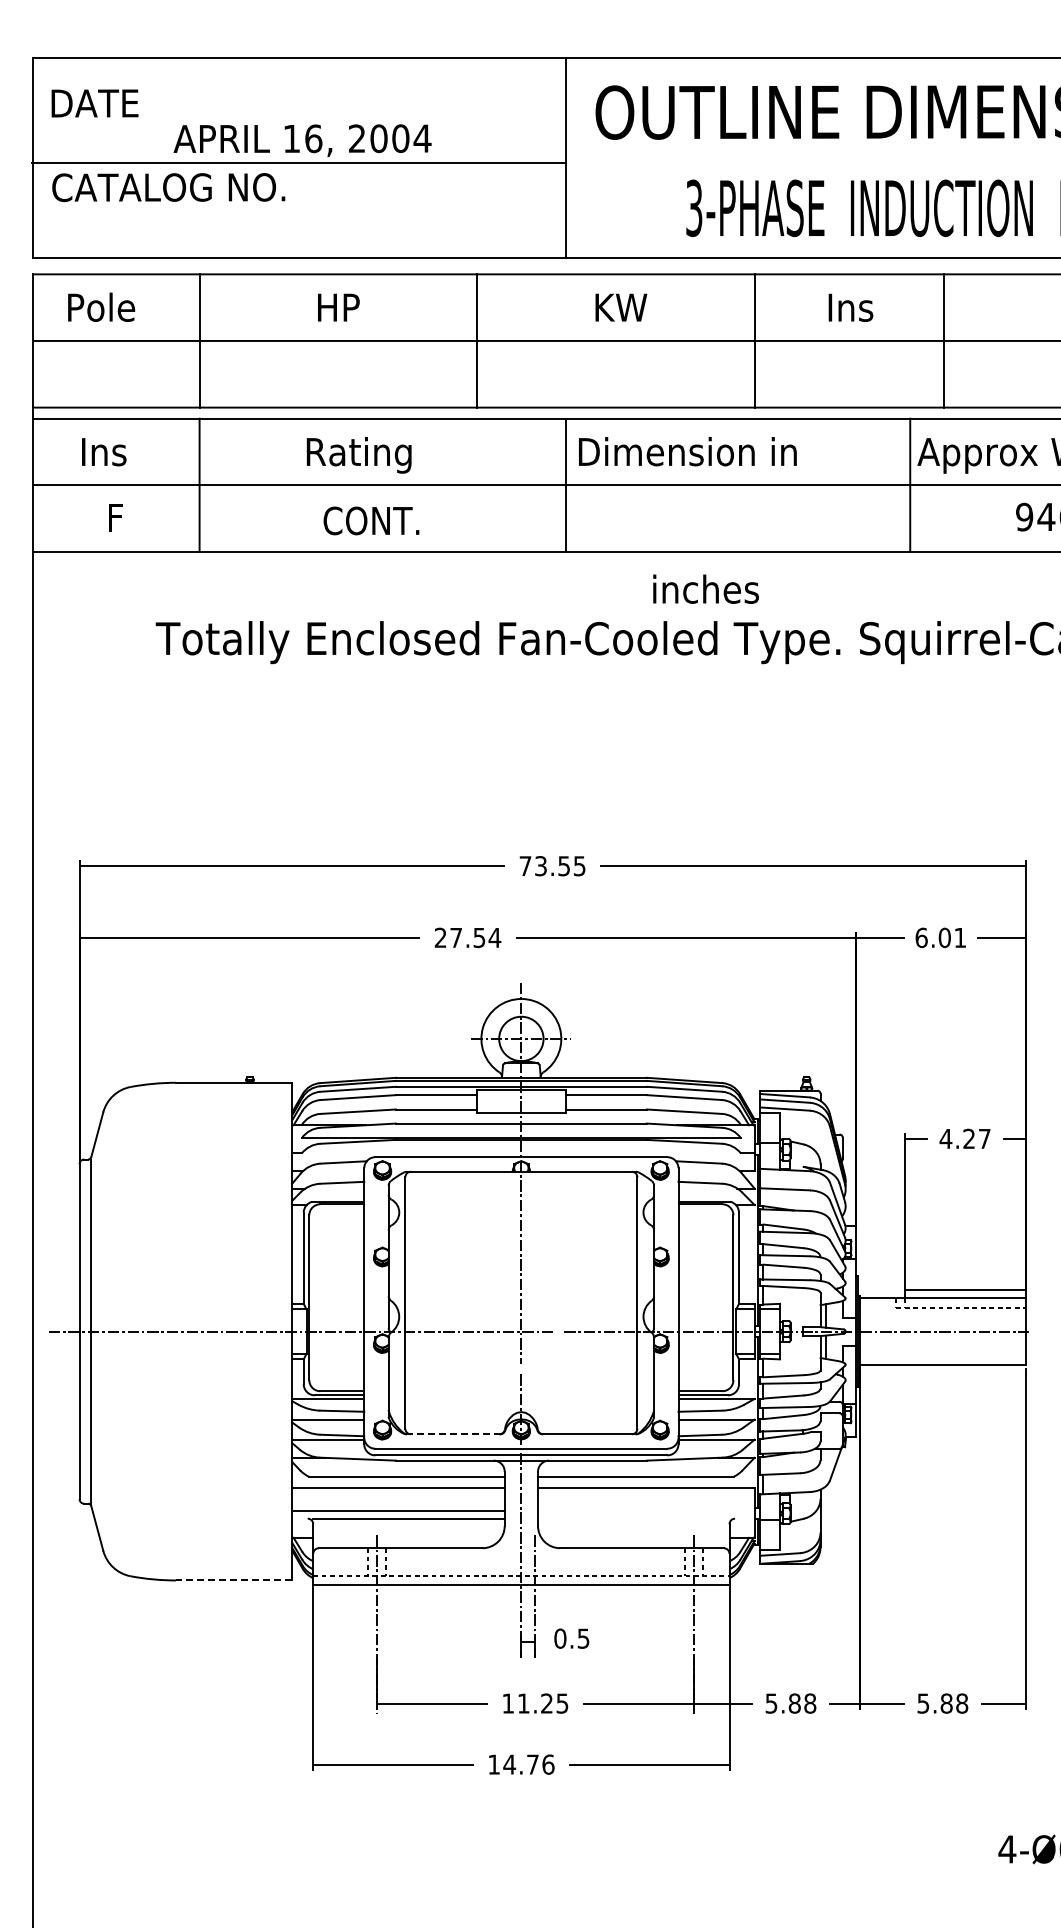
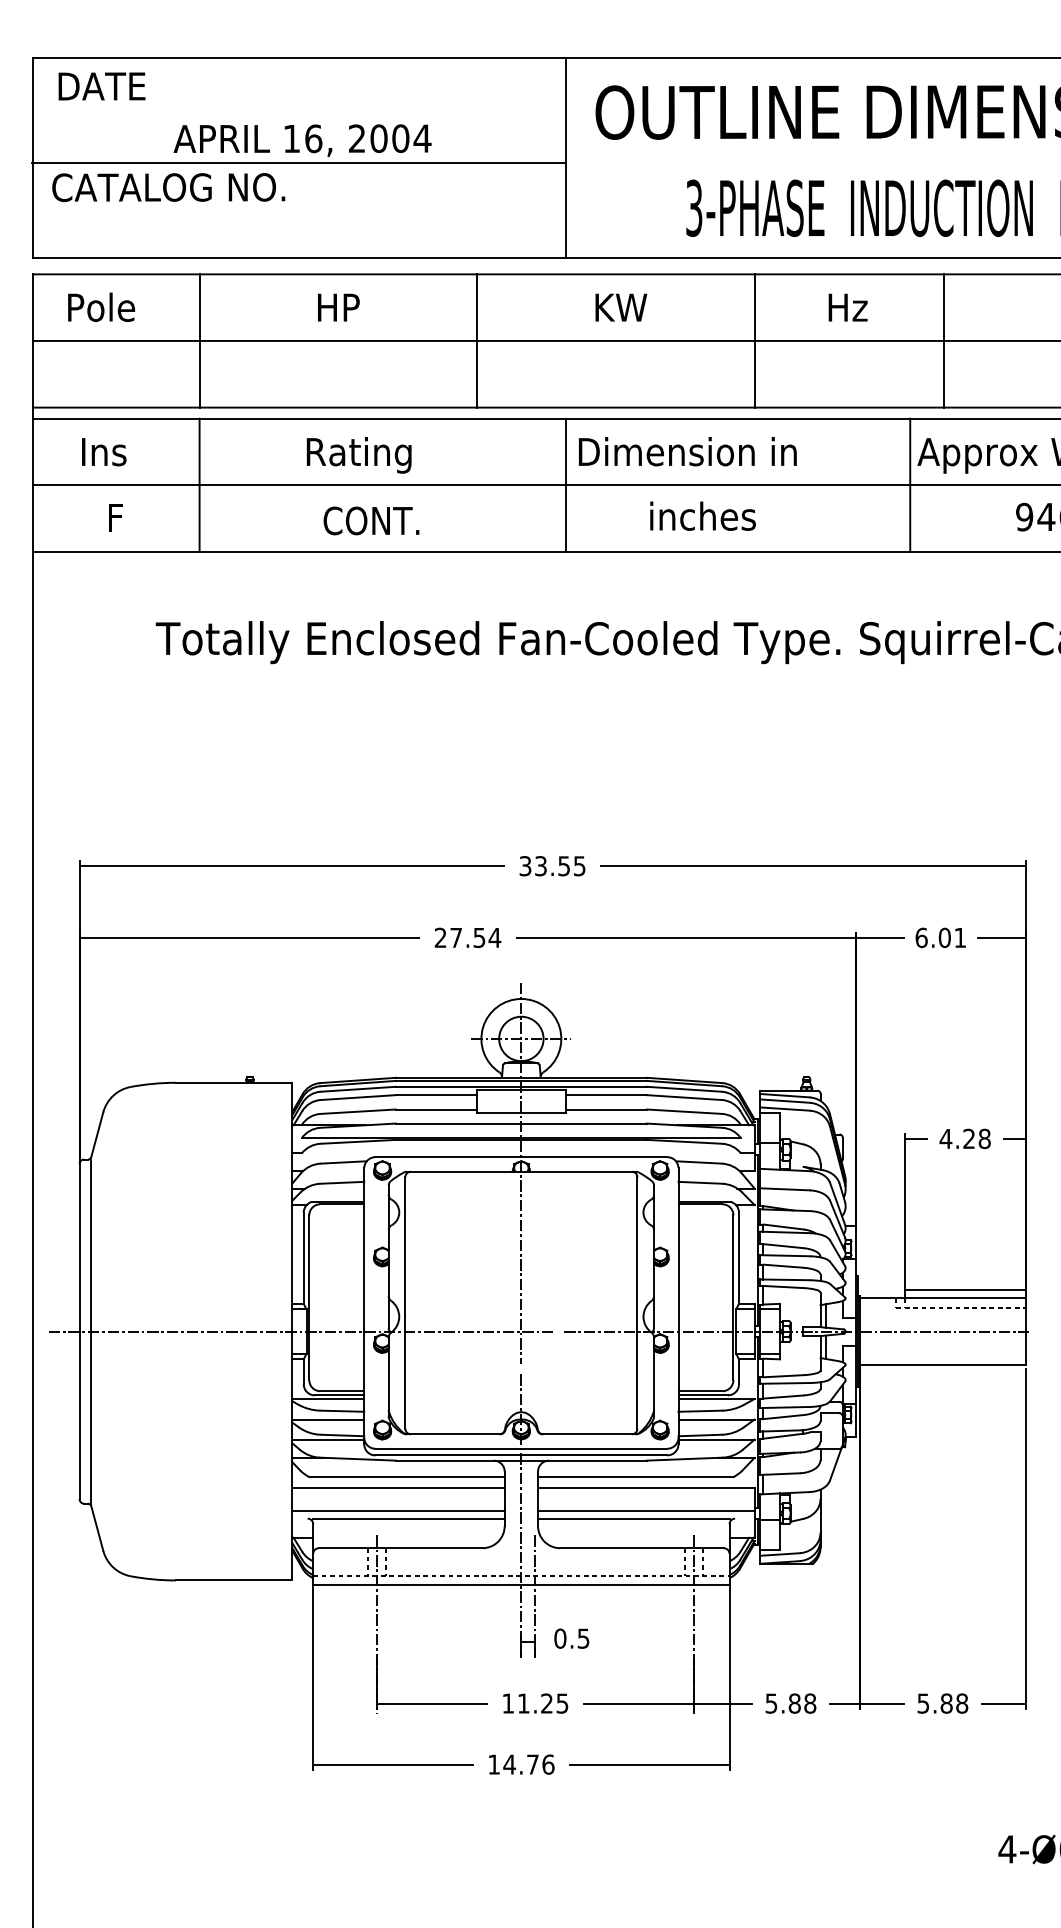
text at (94, 103) position: (94, 103) -> (101, 86)
text at (852, 307): Ins -> Hz
text at (705, 588) position: (705, 588) -> (702, 515)
text at (525, 866): 73.55 -> 33.55
text at (984, 1138): 4.27 -> 4.28
line at (453, 1434): dashed -> solid
line at (646, 1511): none -> present
line at (633, 1518): none -> present
line at (233, 1580): dashed -> solid
